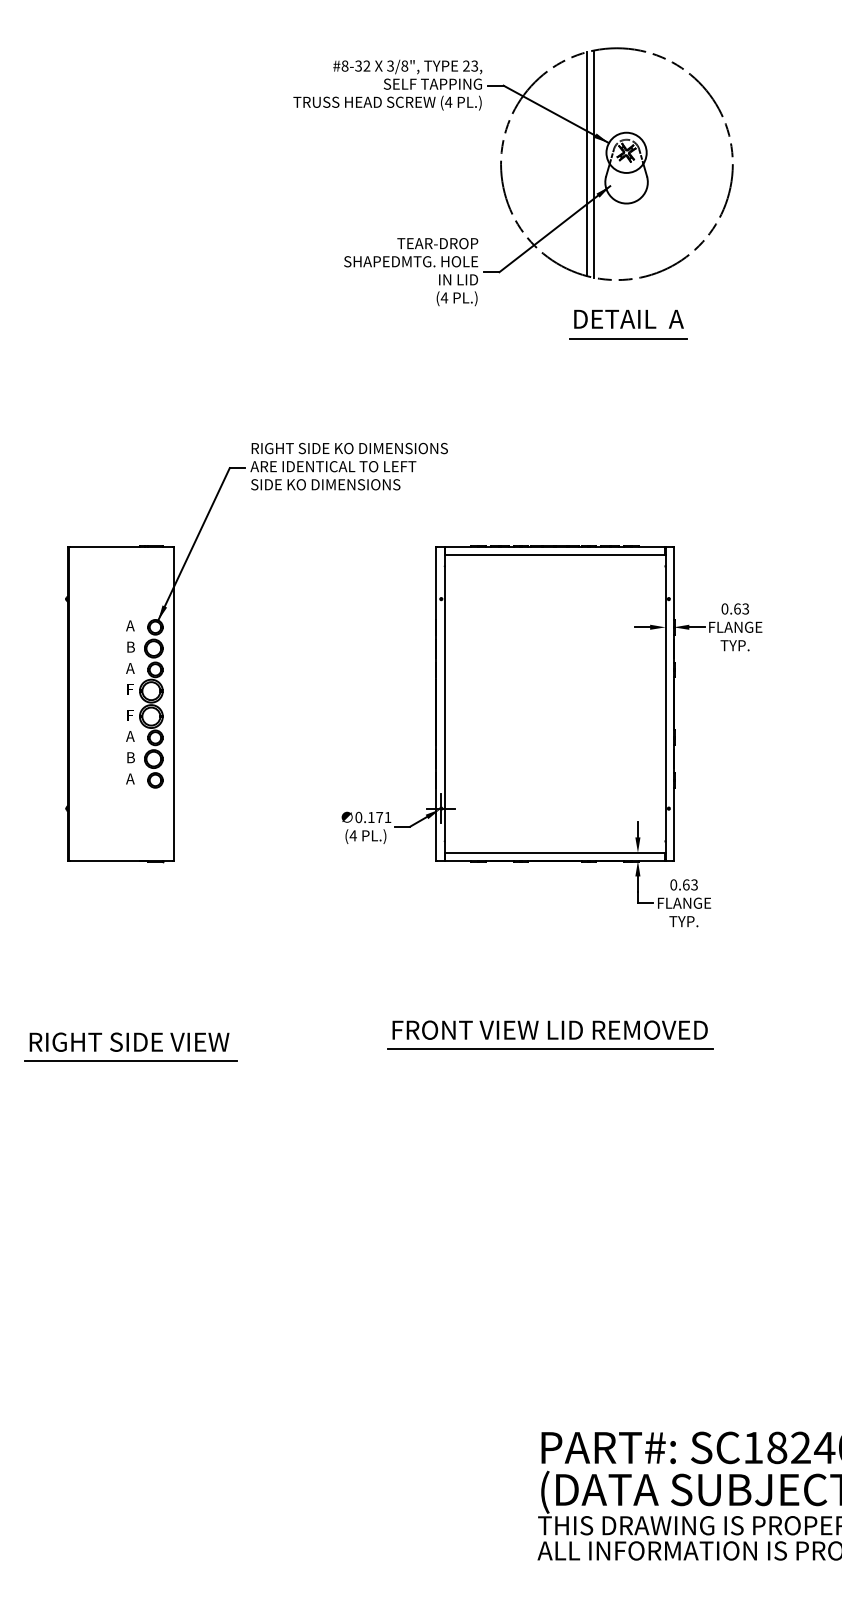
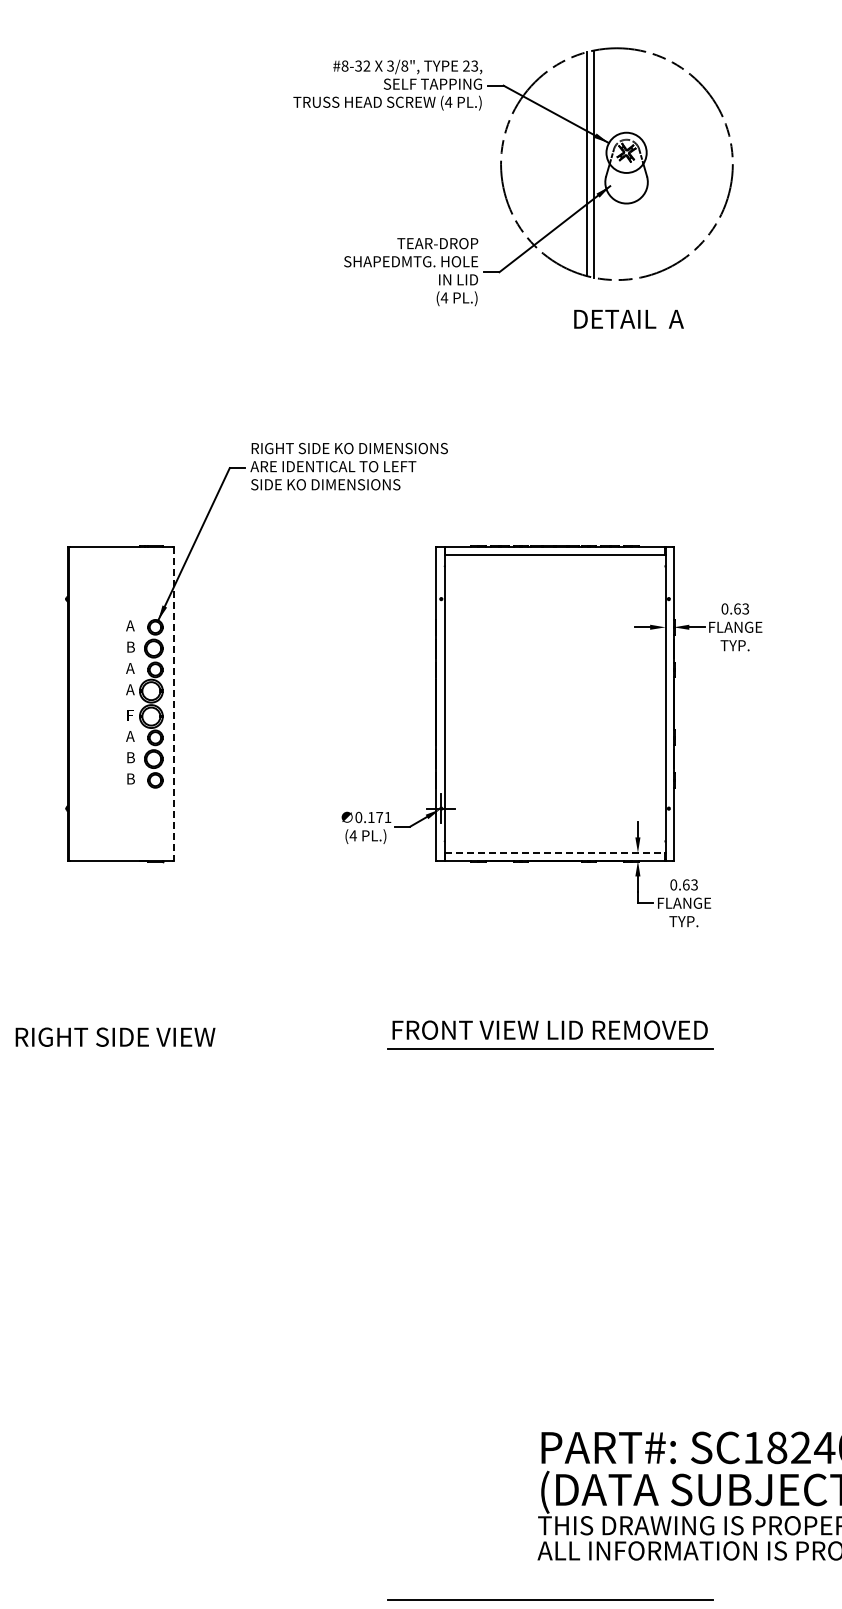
line at (628, 338): present -> none
text at (130, 689): F -> A
line at (174, 704): solid -> dashed
text at (130, 778): A -> B
line at (555, 852): solid -> dashed
text at (129, 1041) position: (129, 1041) -> (115, 1036)
line at (130, 1061): present -> none
line at (550, 1599): none -> present
